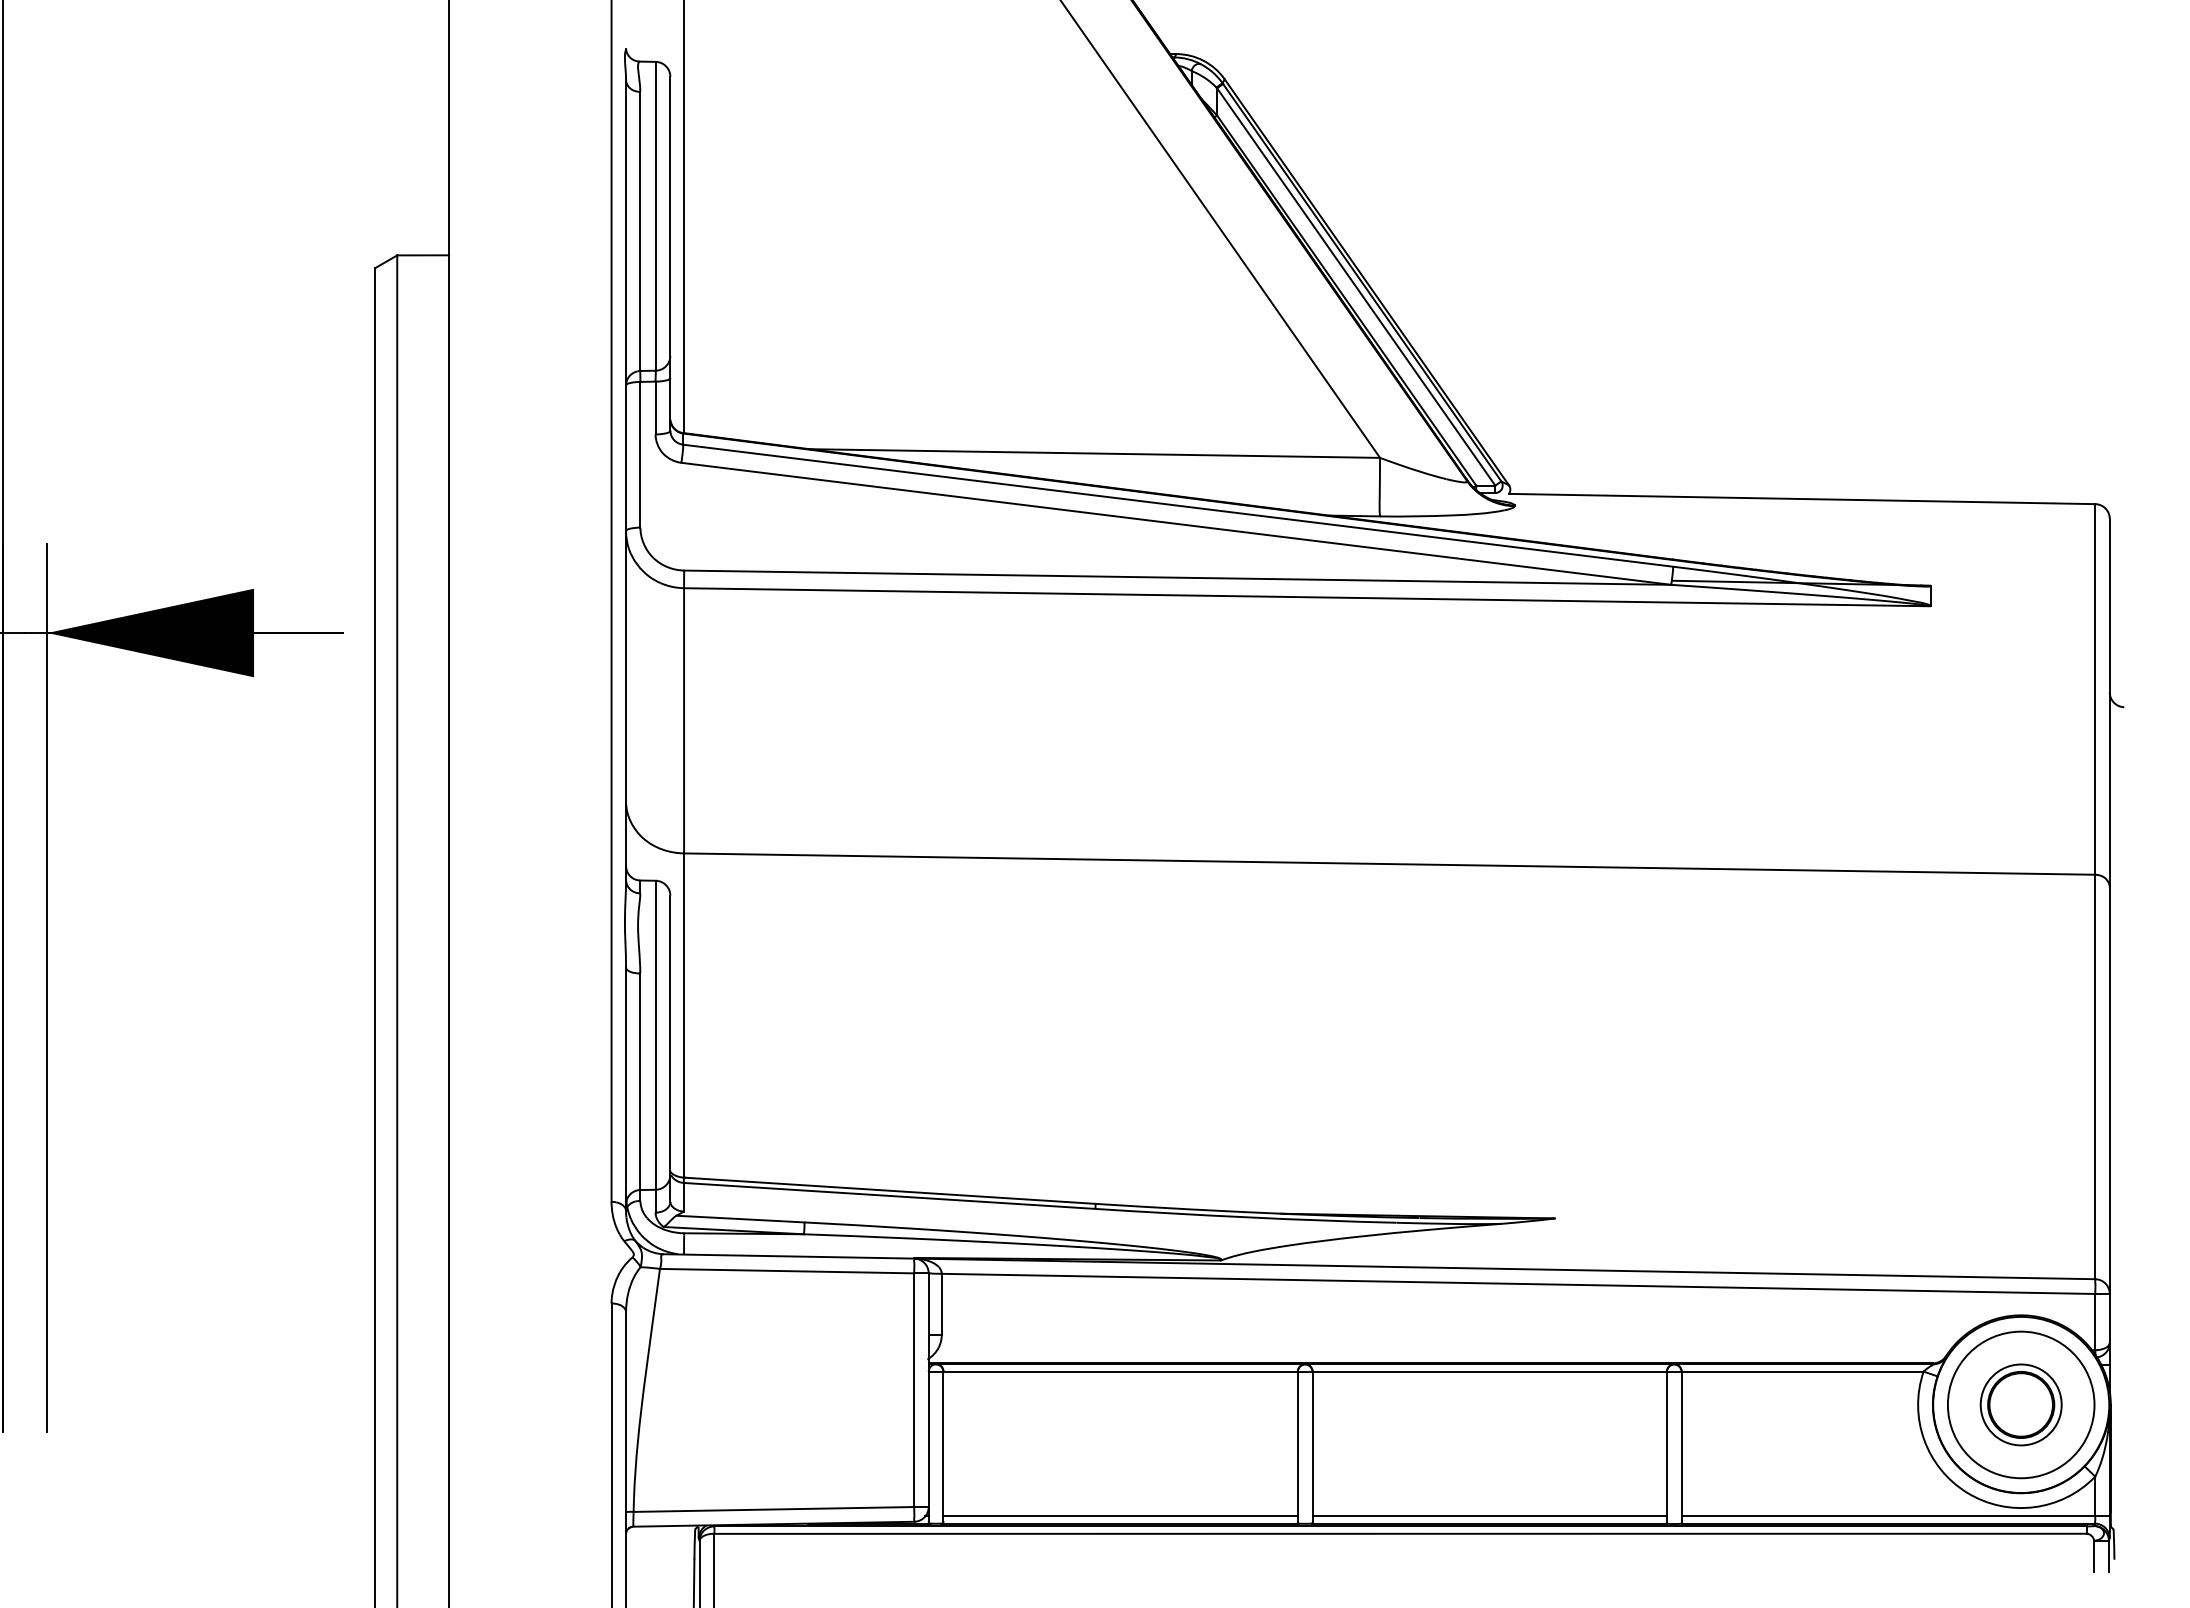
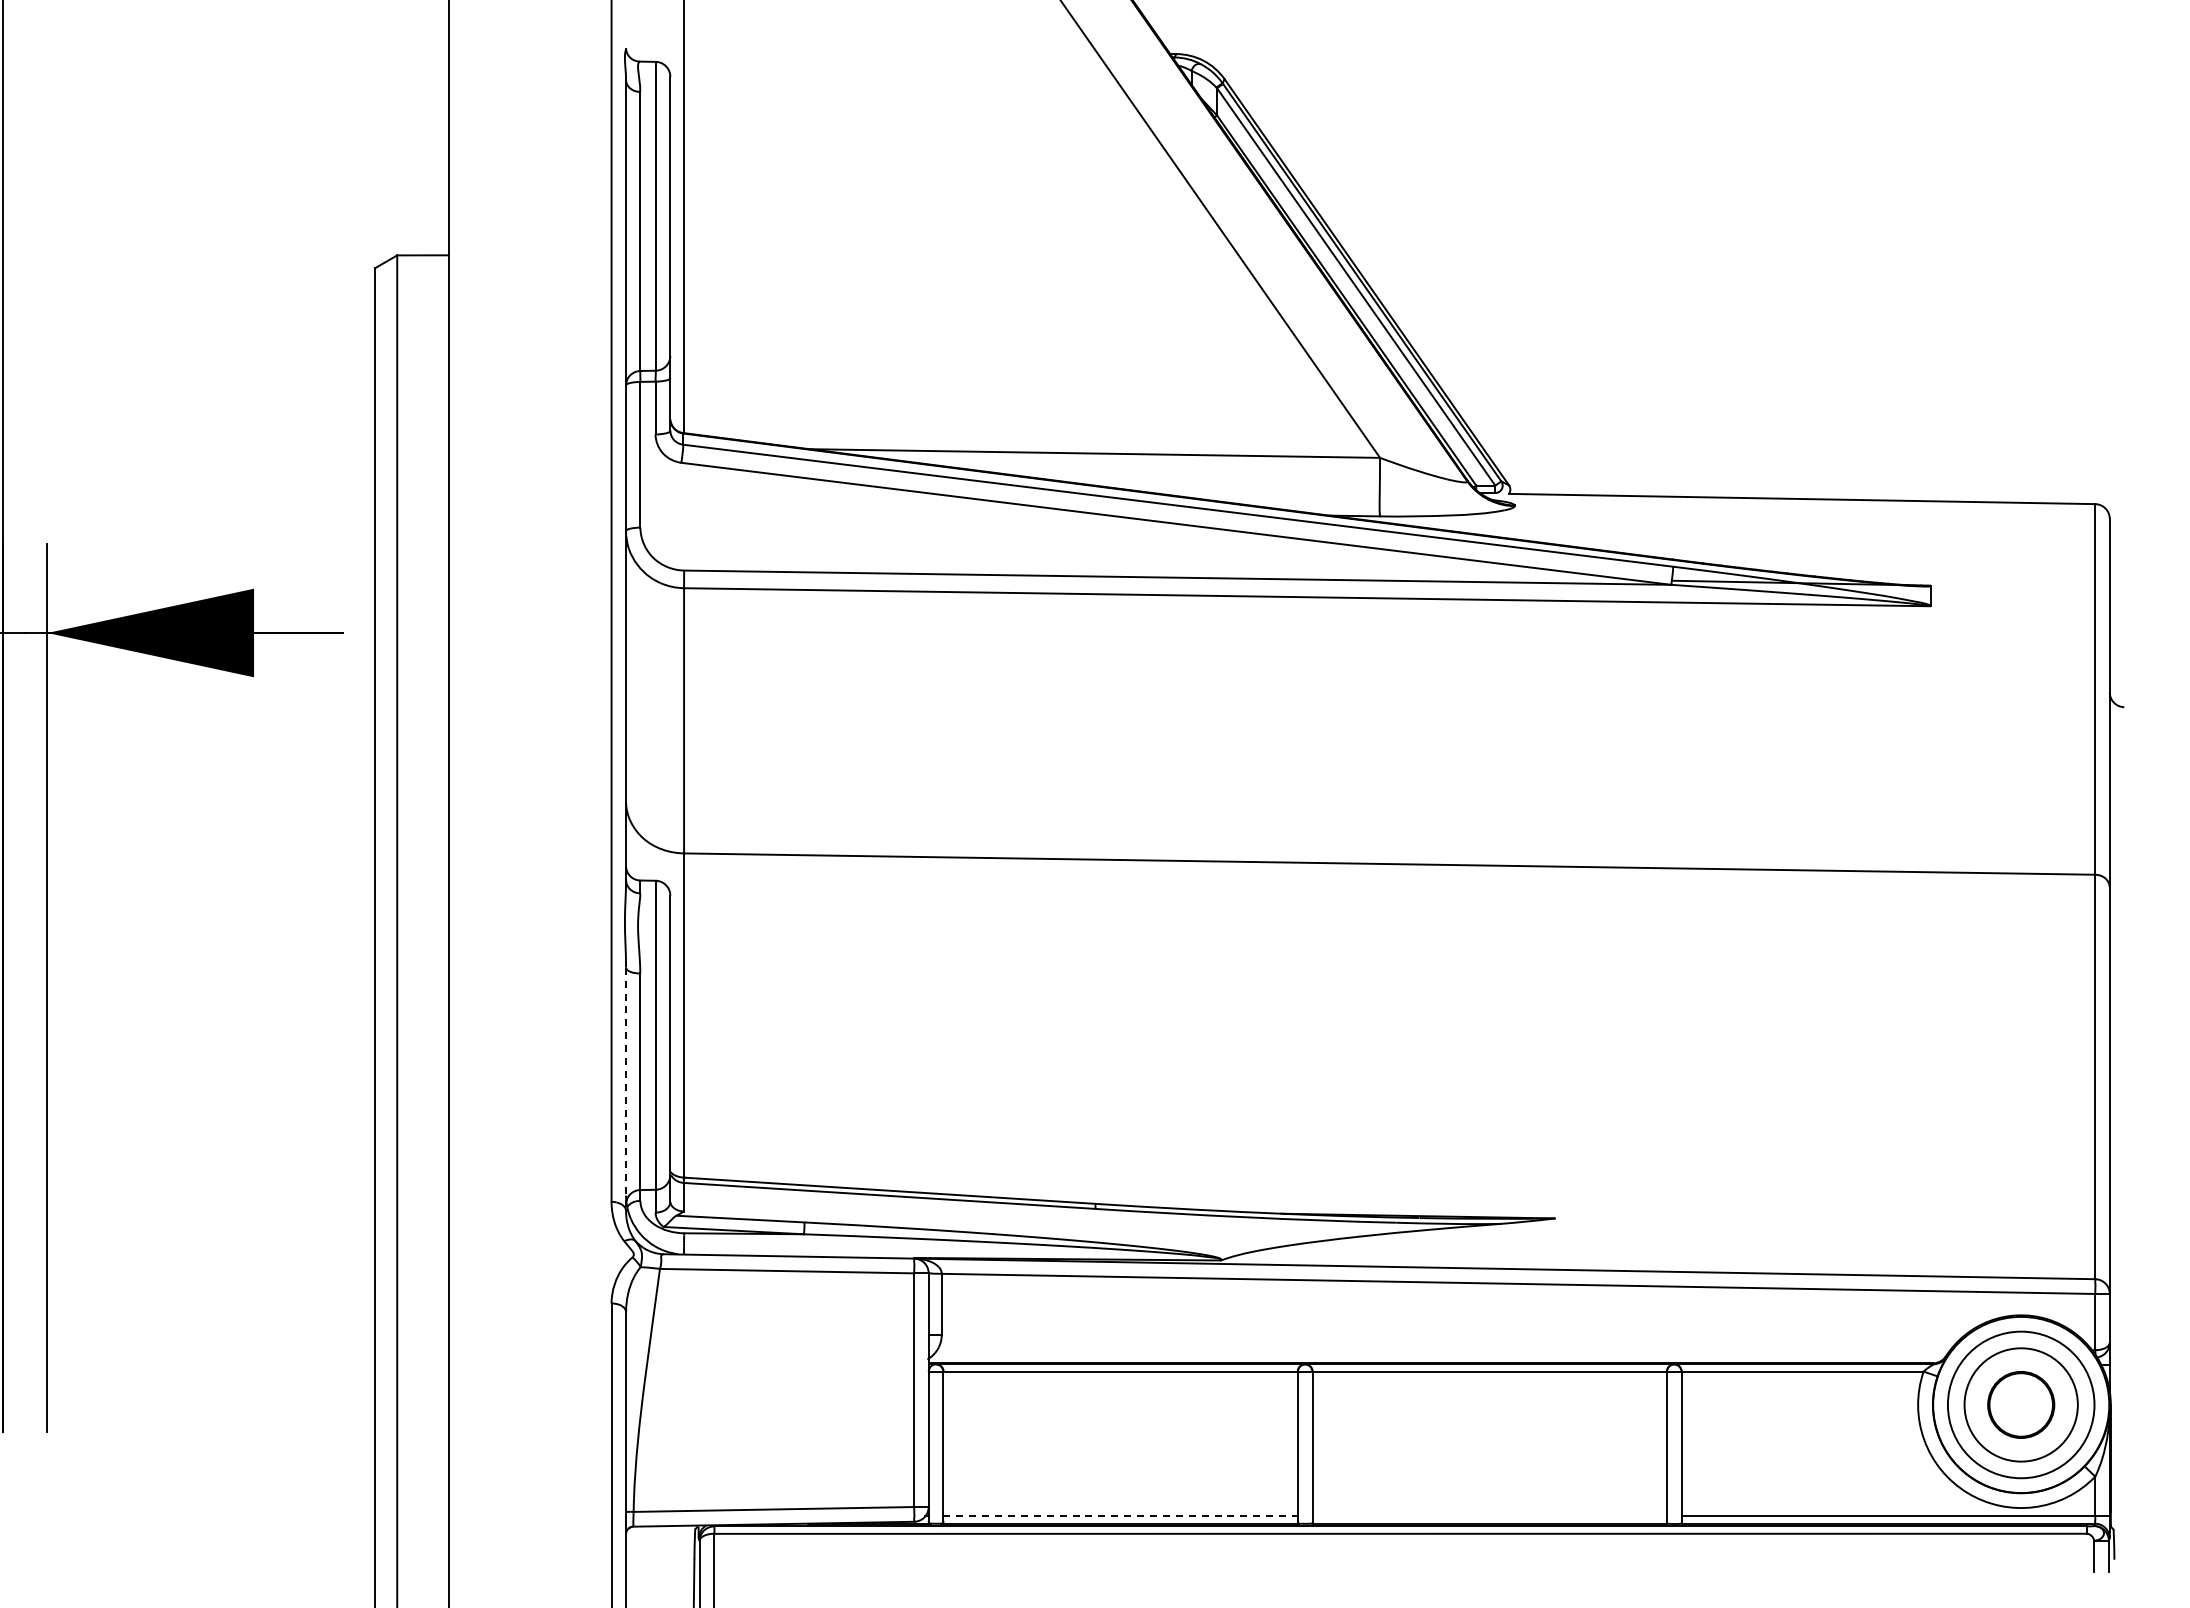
line at (626, 1089): solid -> dashed
circle at (2020, 1404) diameter: 81 px -> 113 px
line at (1121, 1516): solid -> dashed
line at (1489, 1516): present -> none
